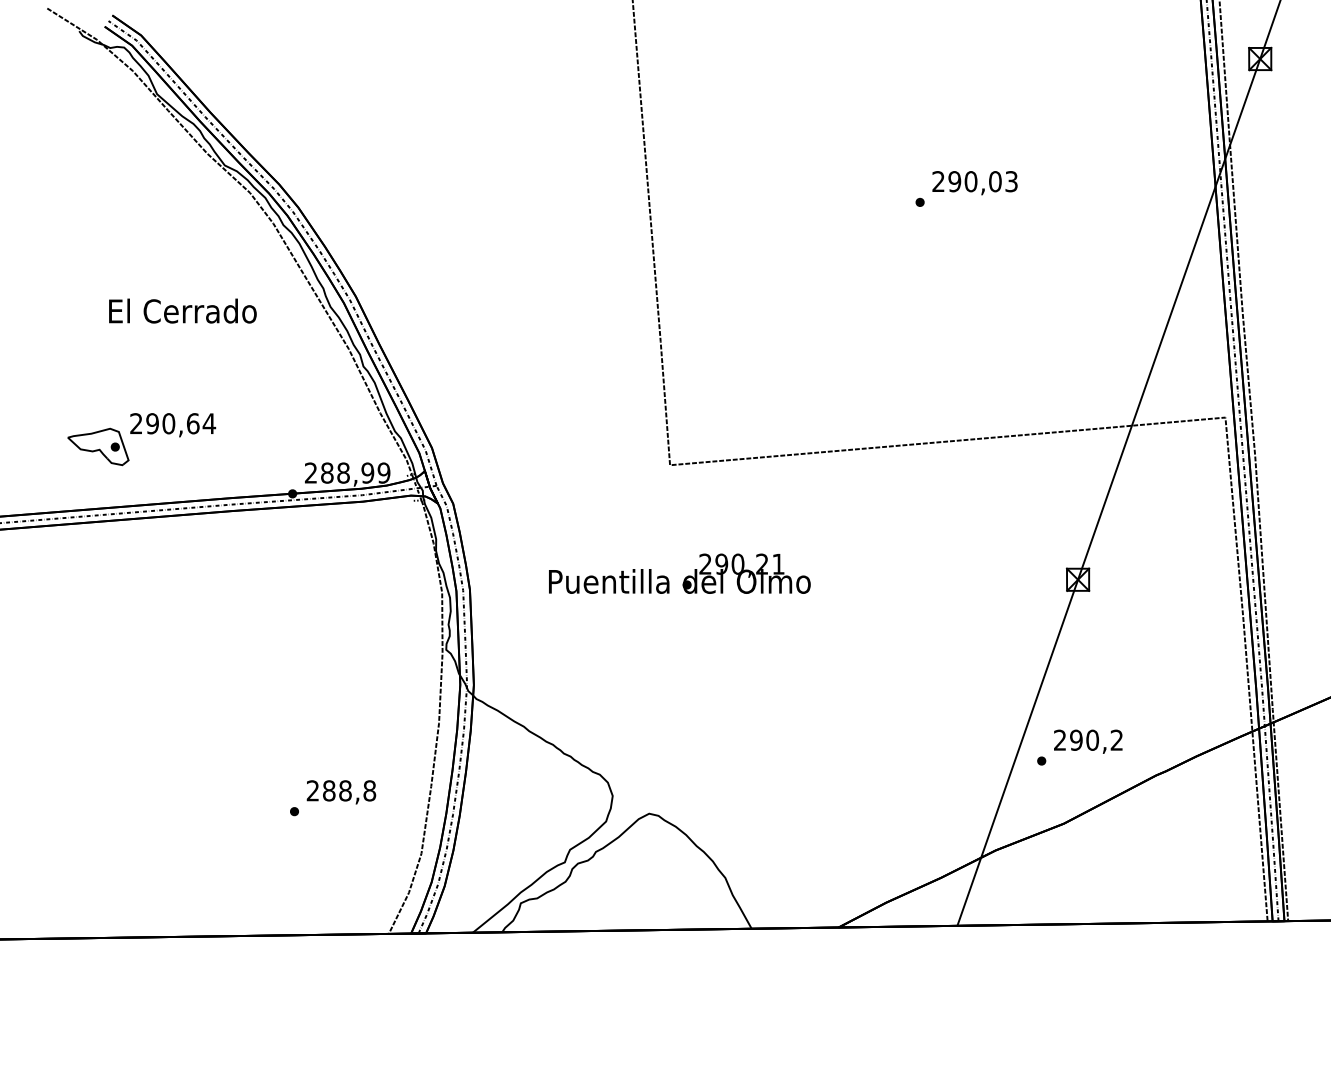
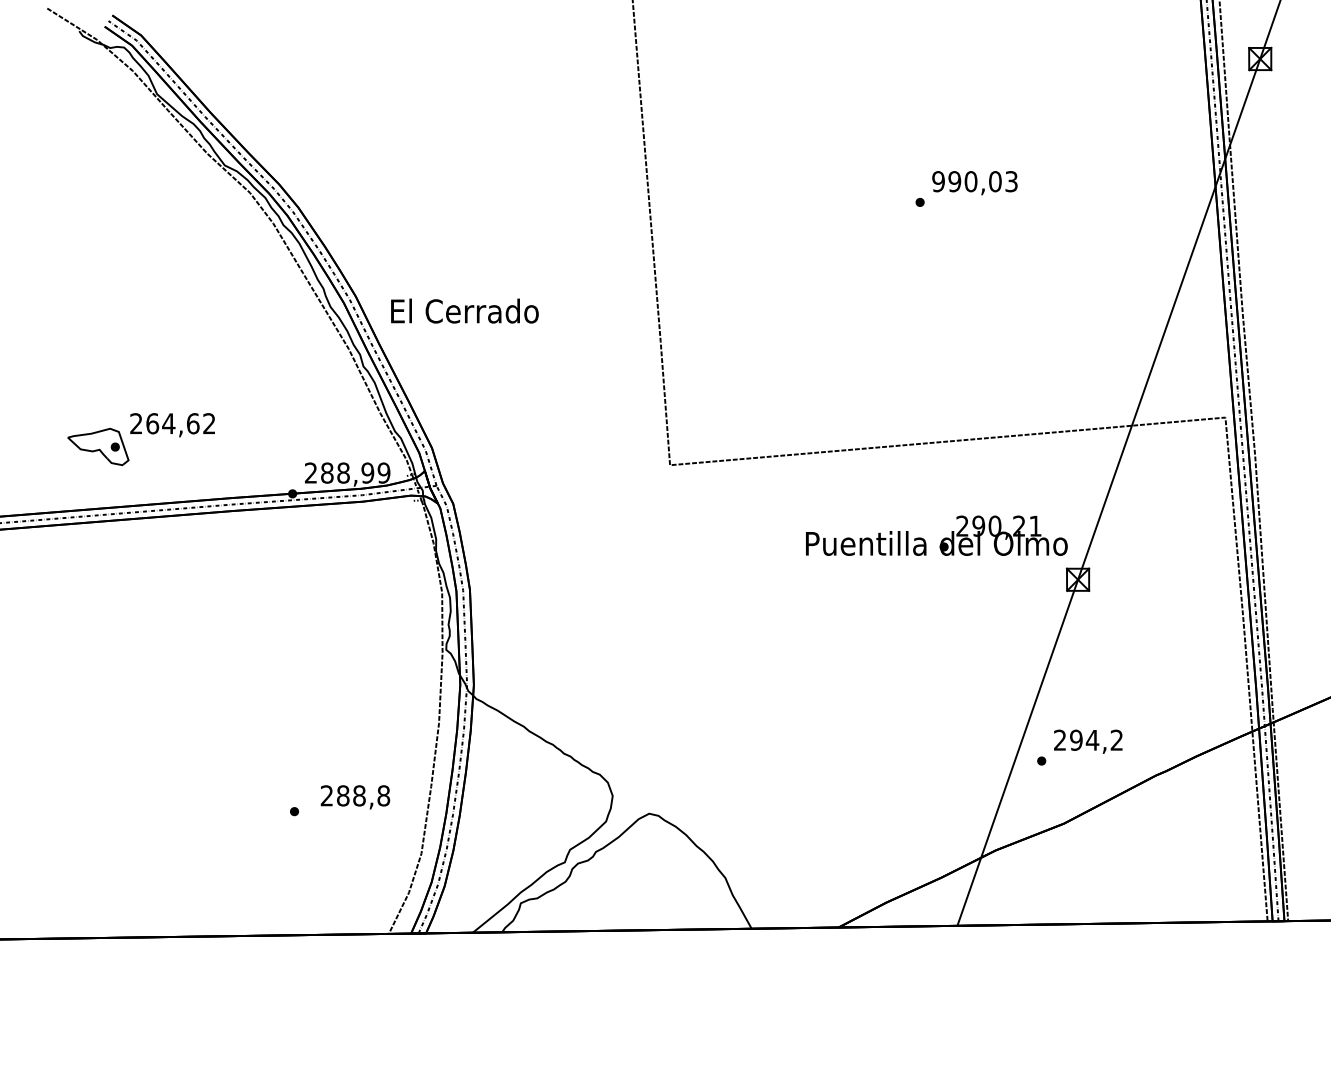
text at (938, 181): 290,03 -> 990,03
text at (182, 310) position: (182, 310) -> (464, 310)
text at (181, 423): 290,64 -> 264,62
text at (679, 573) position: (679, 573) -> (936, 535)
text at (1092, 739): 290,2 -> 294,2
text at (341, 792) position: (341, 792) -> (355, 797)
